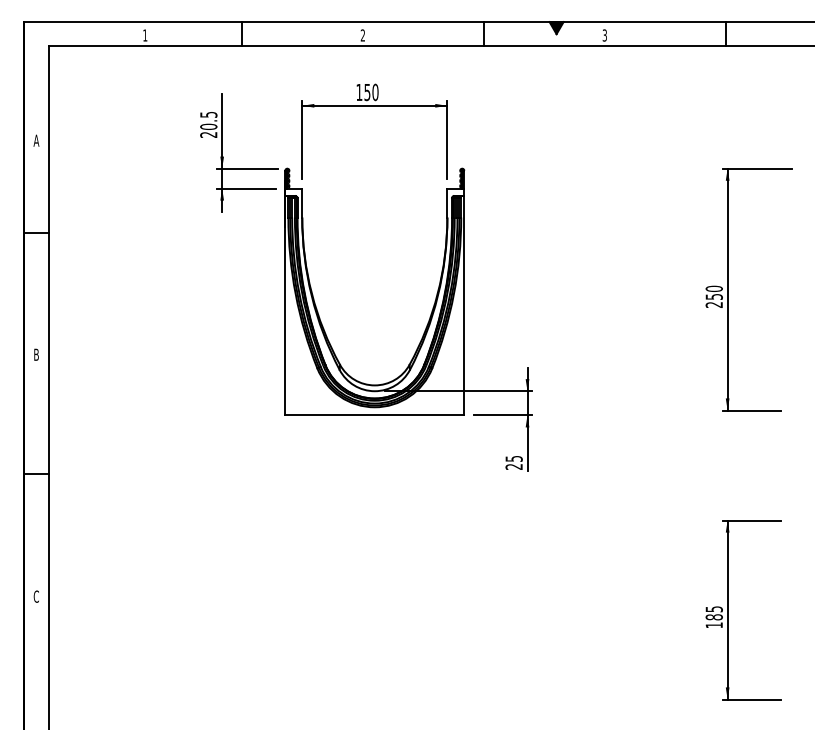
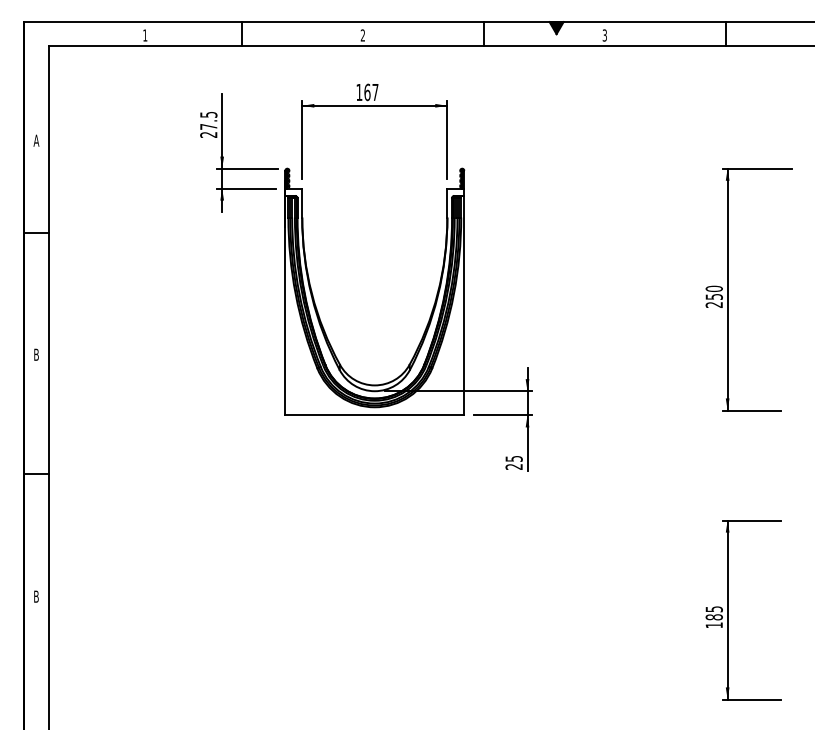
text at (371, 92): 150 -> 167
text at (208, 126): 20.5 -> 27.5
text at (35, 596): C -> B
